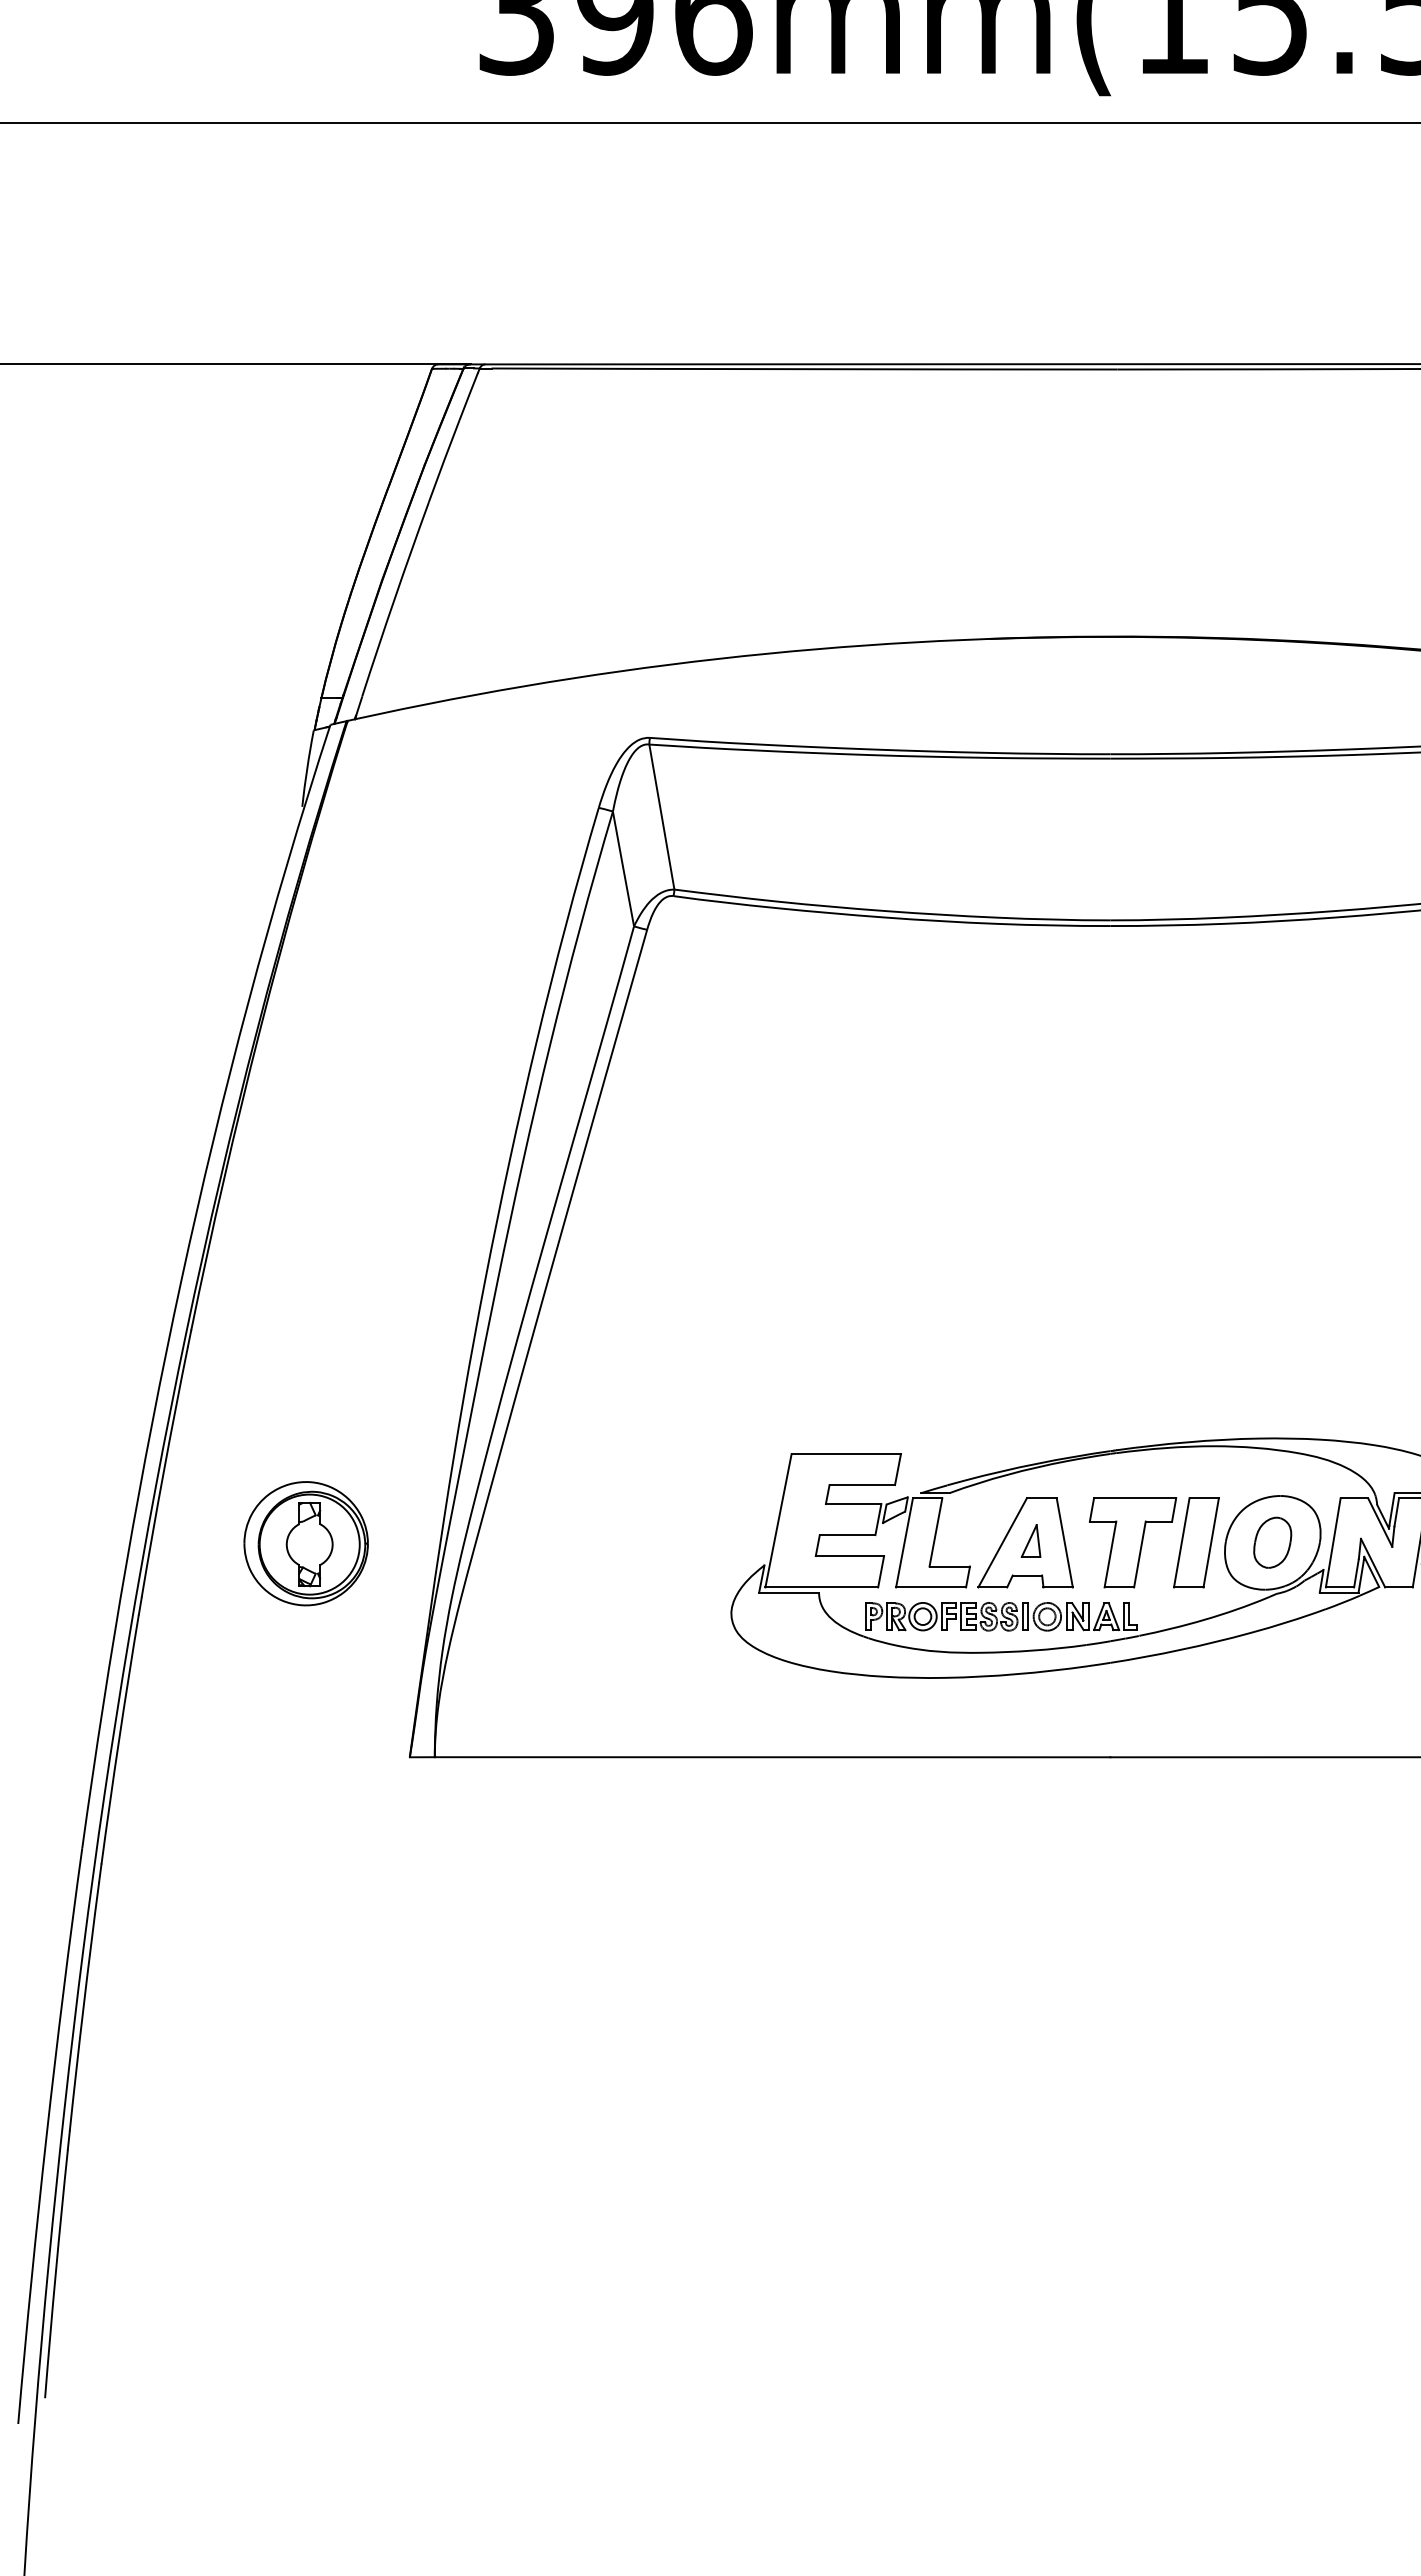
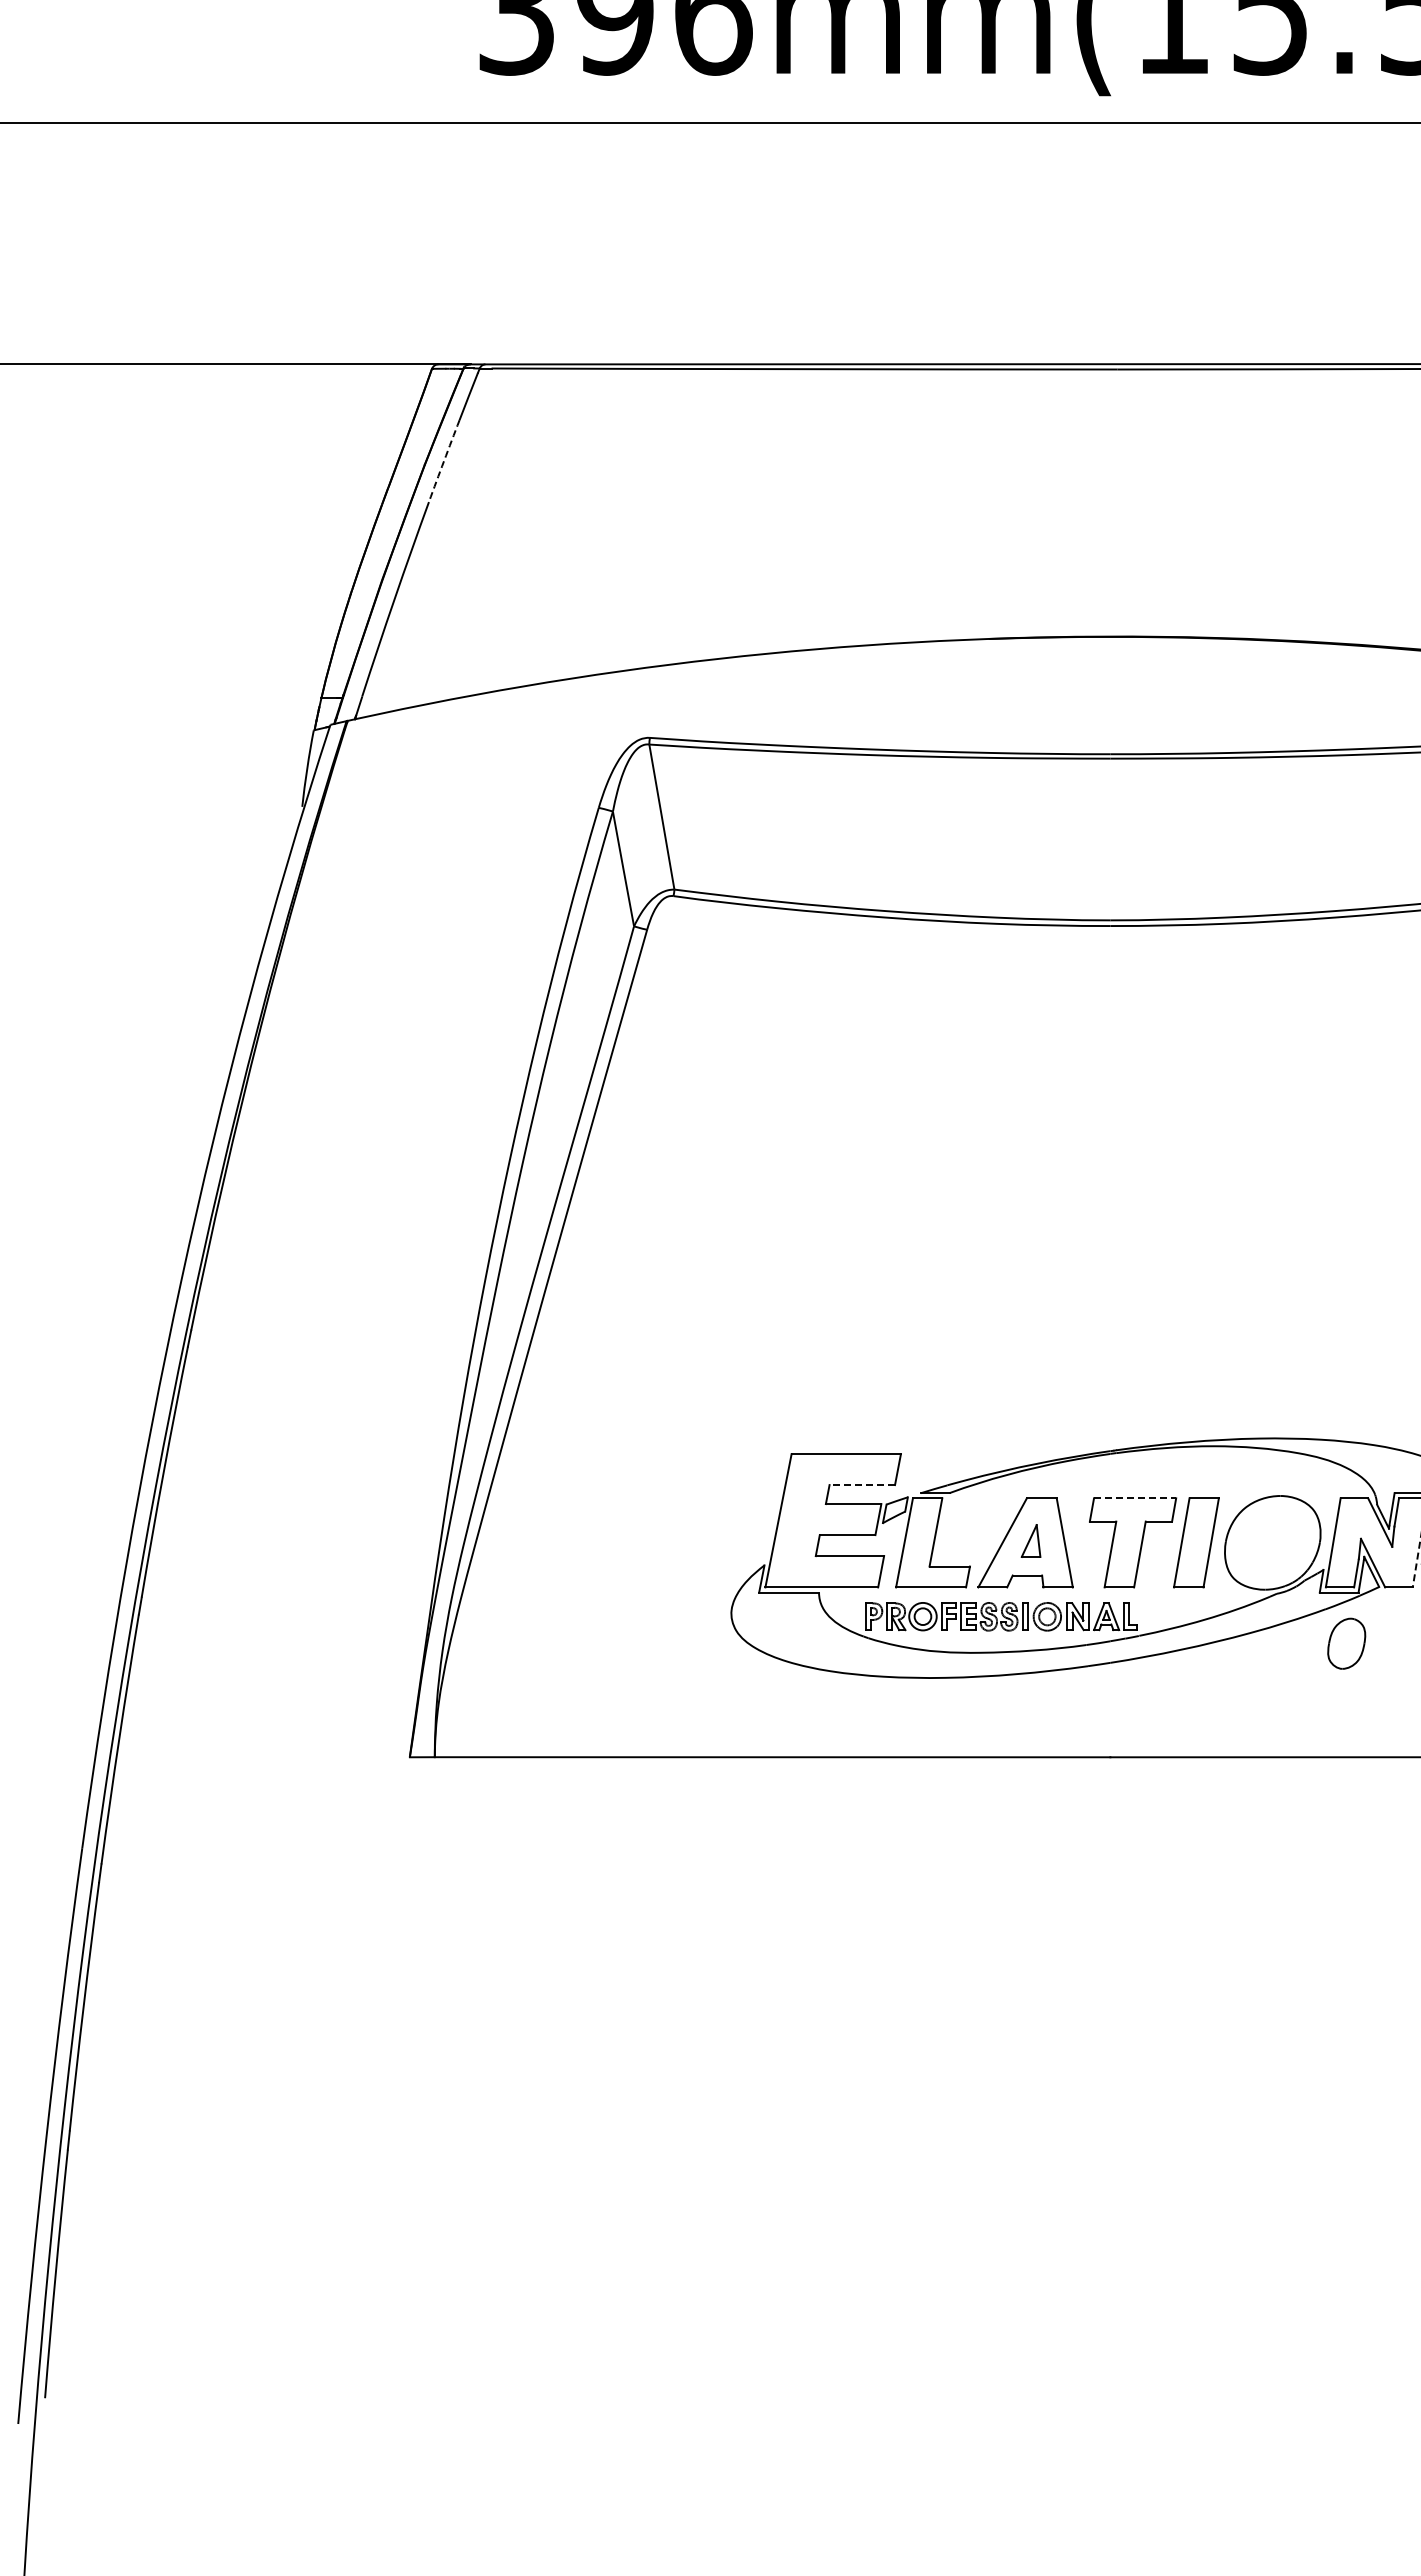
arc at (444, 461): solid -> dashed
line at (862, 1485): solid -> dashed
line at (1135, 1498): solid -> dashed
part at (1272, 1542) position: (1272, 1542) -> (1346, 1643)
part at (305, 1543): present -> none
line at (1416, 1561): solid -> dashed
